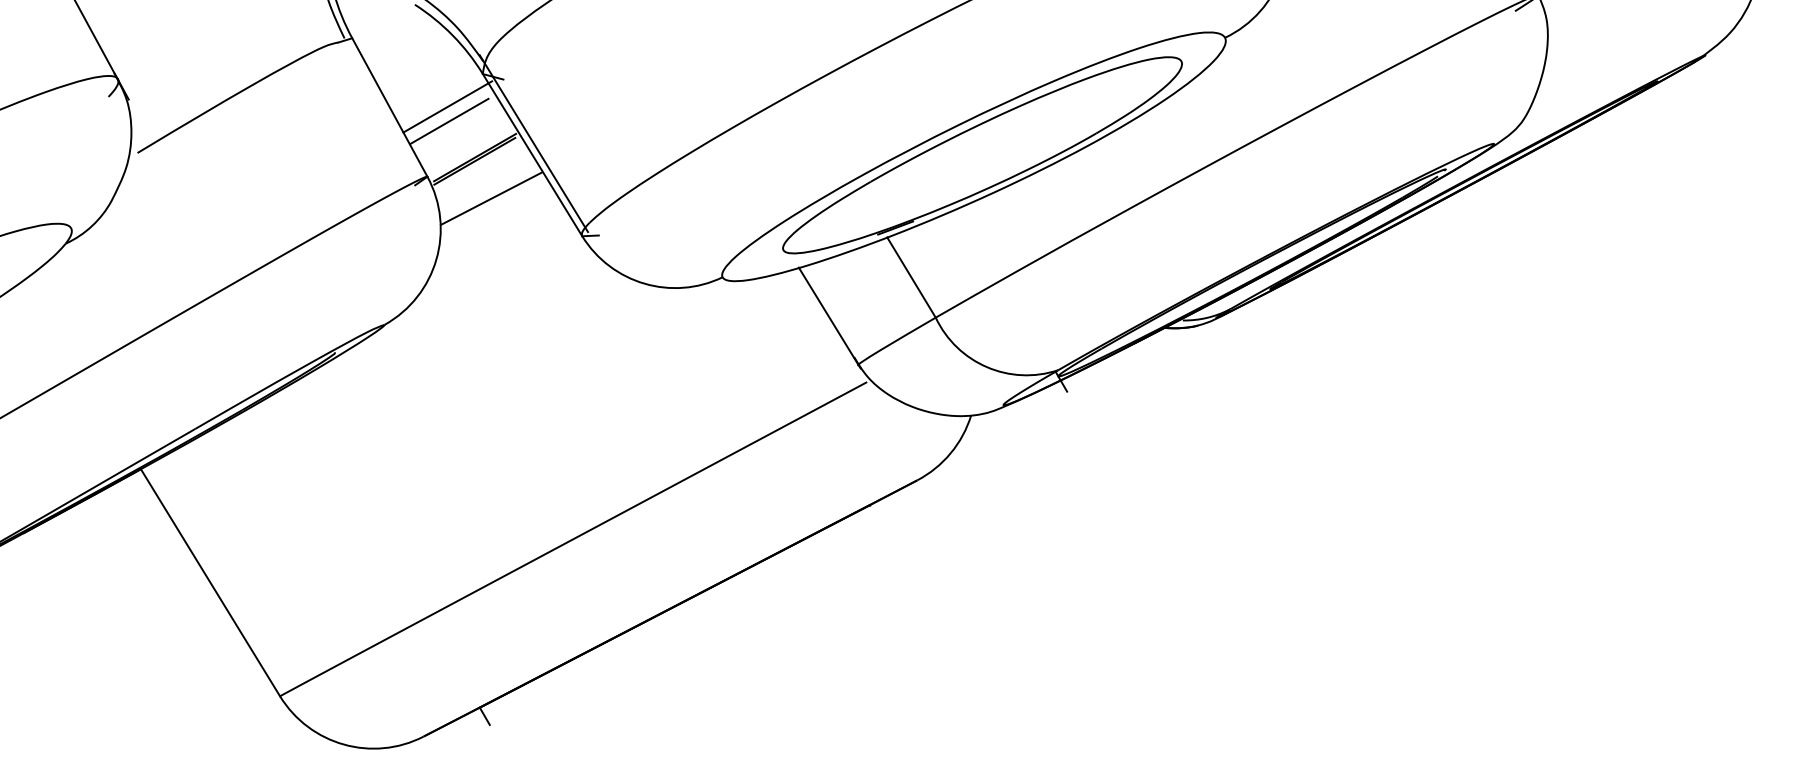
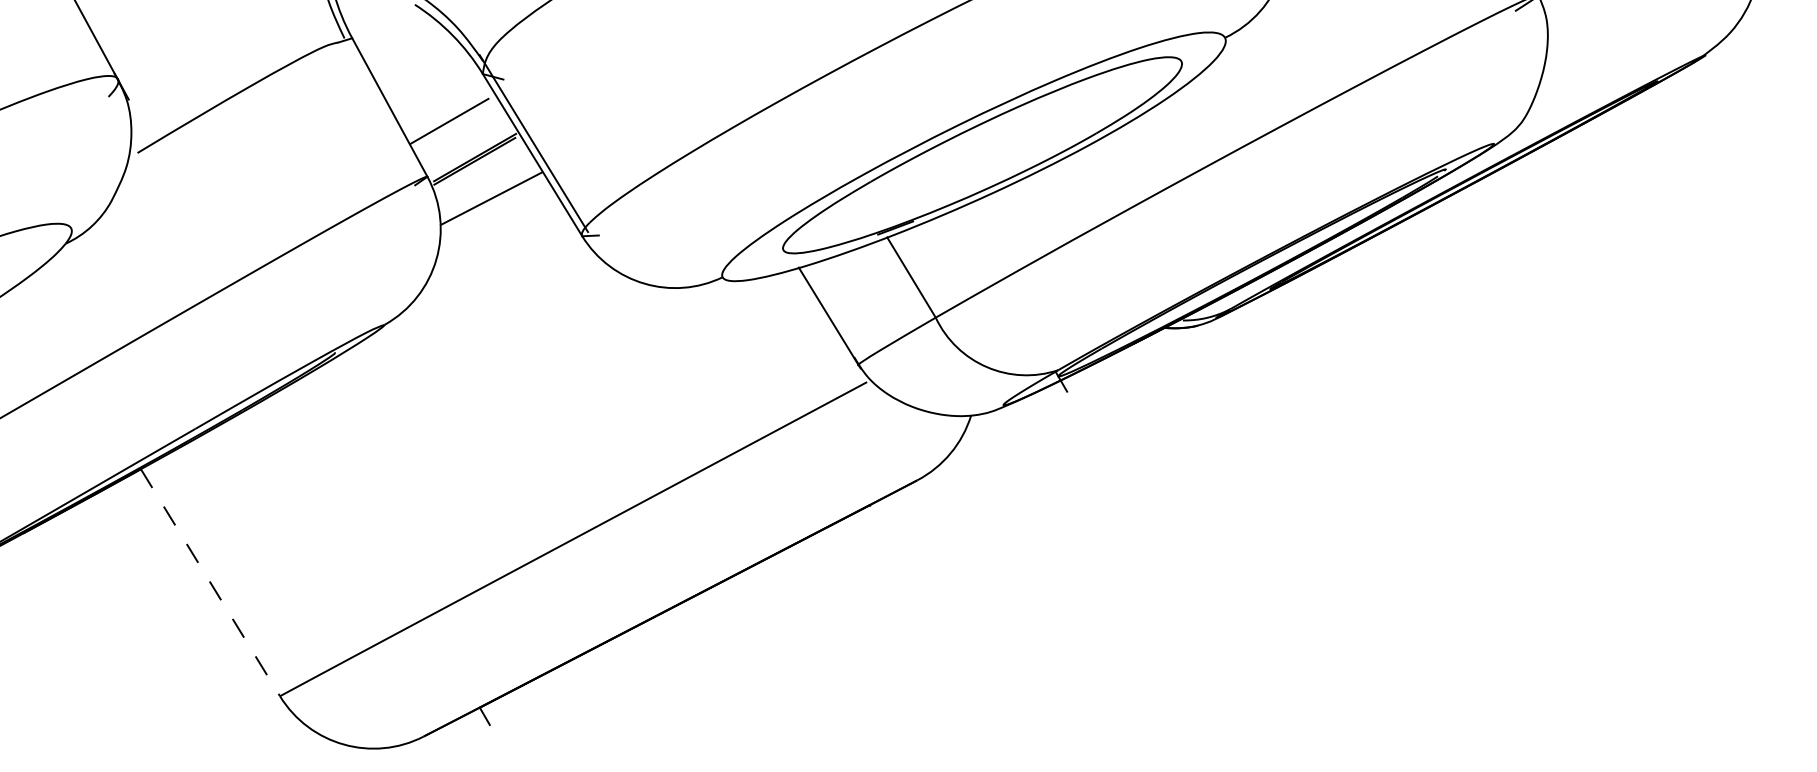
line at (447, 106): present -> none
line at (210, 583): solid -> dashed
